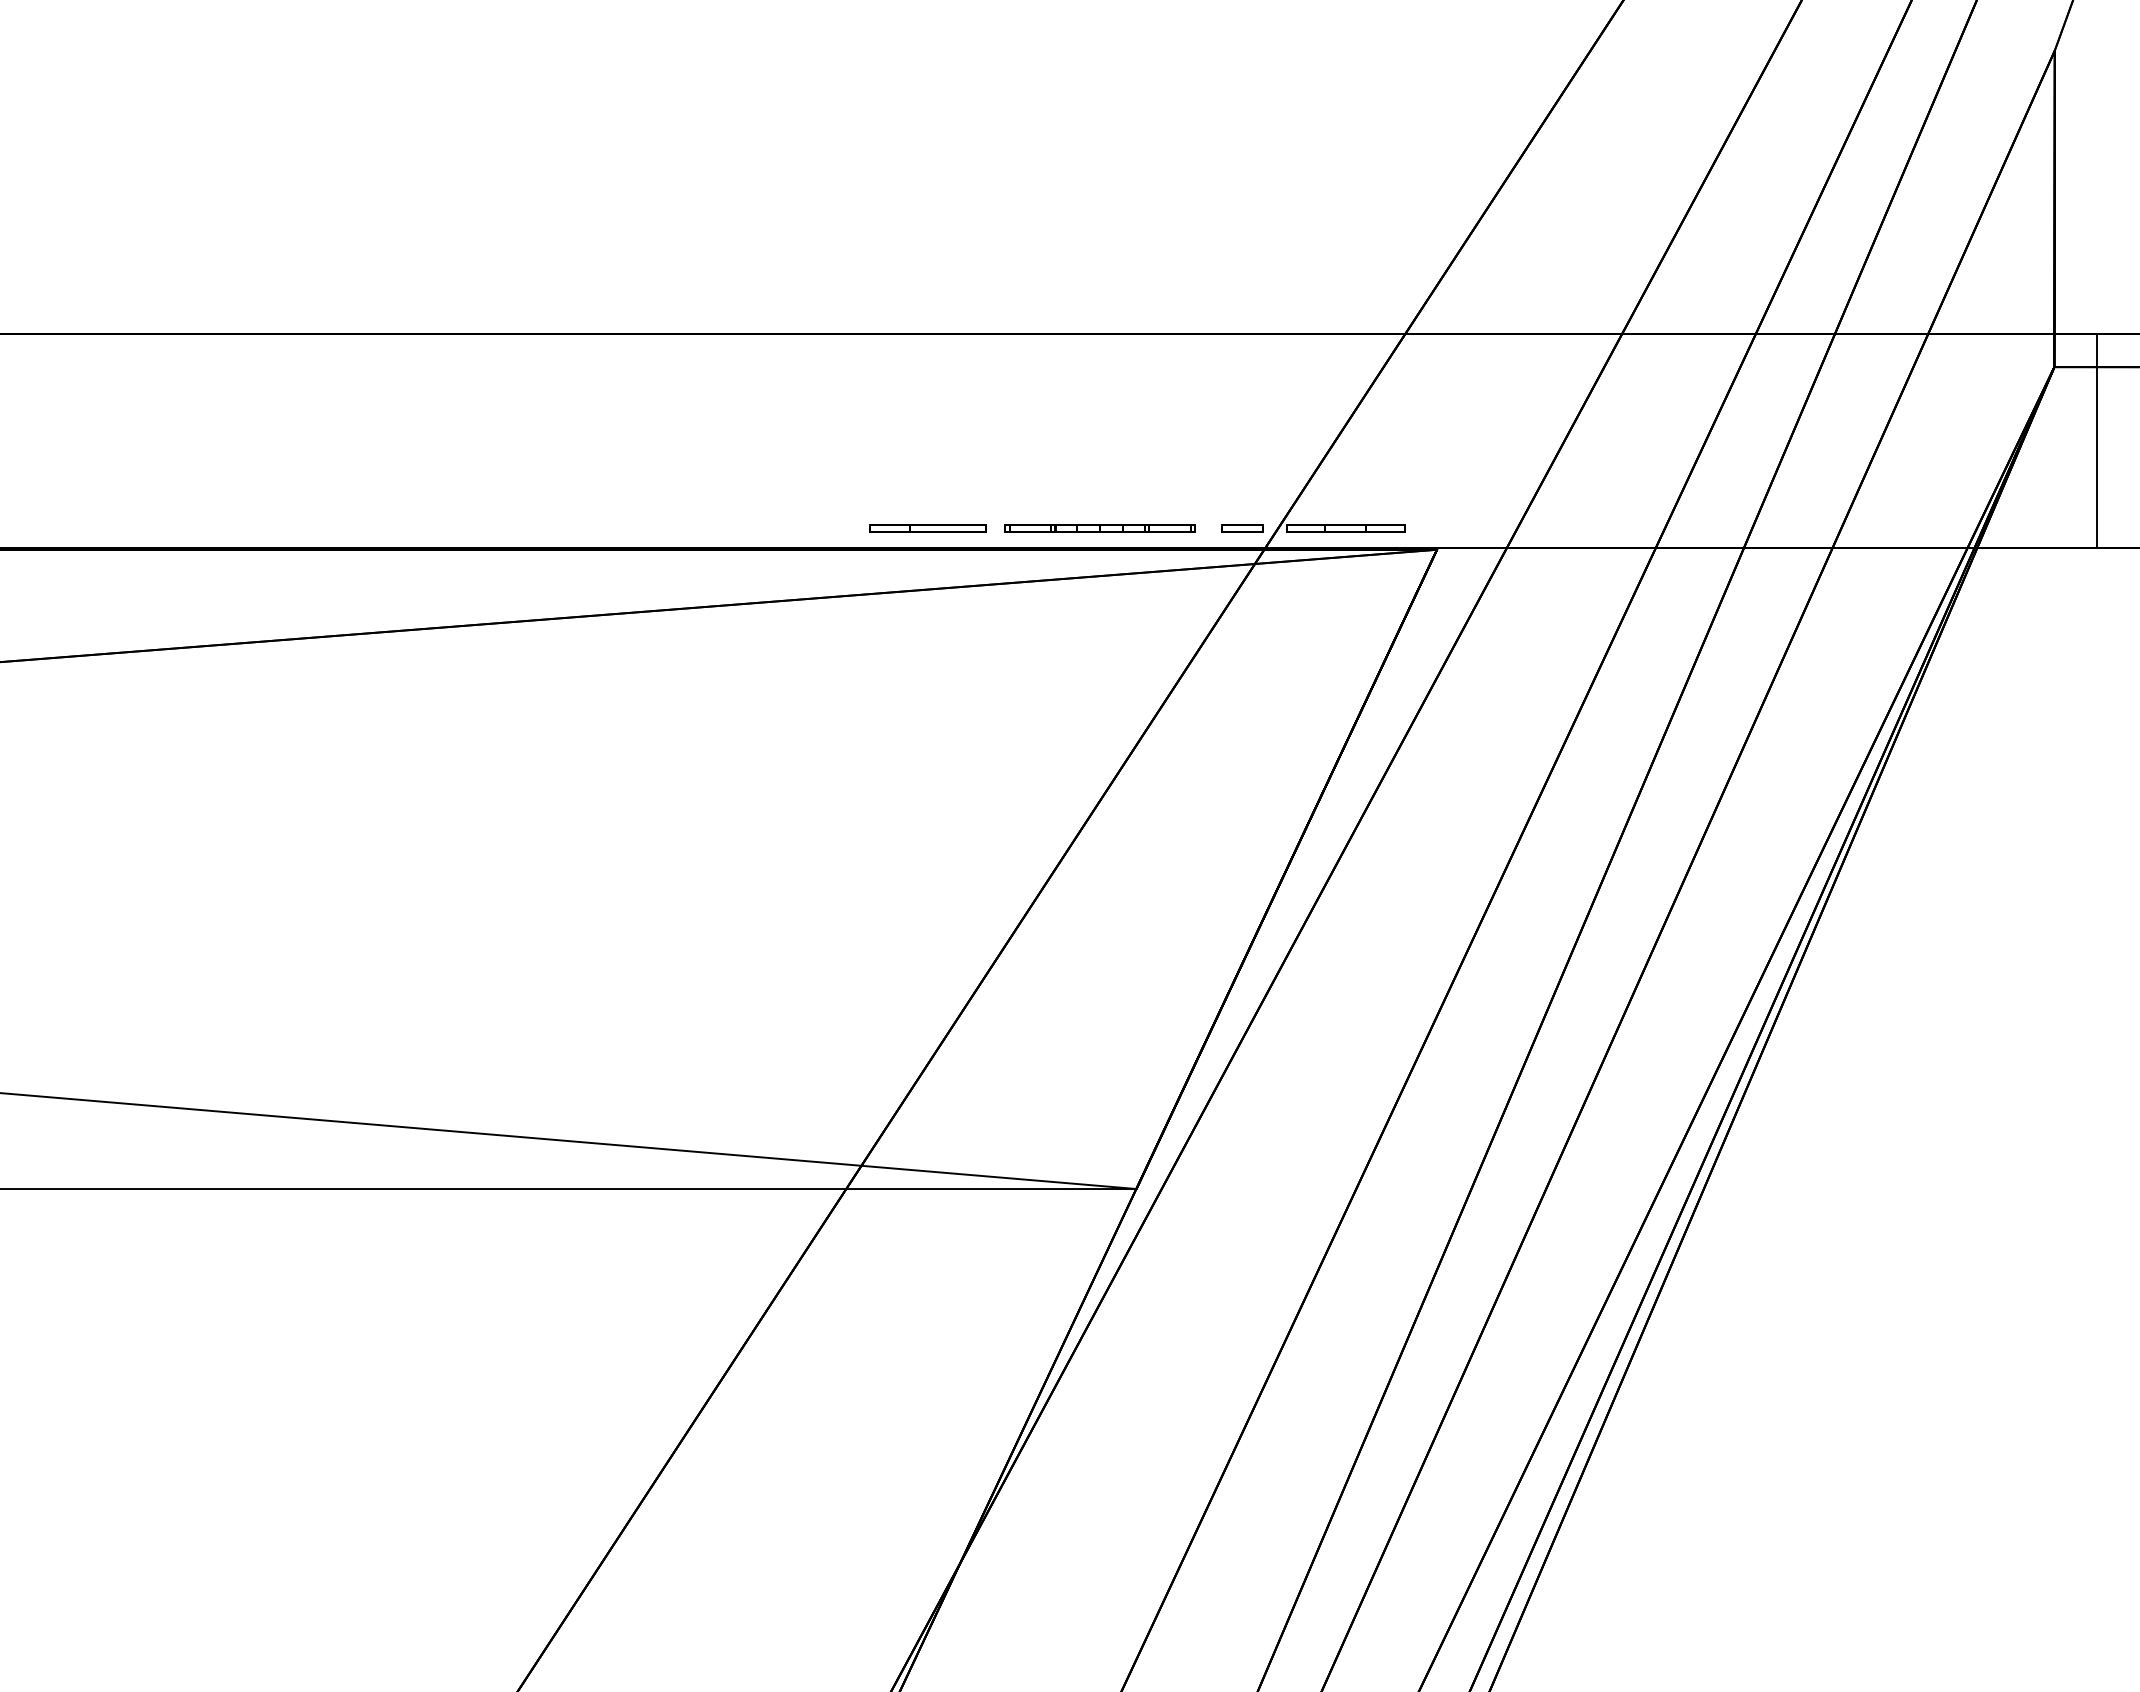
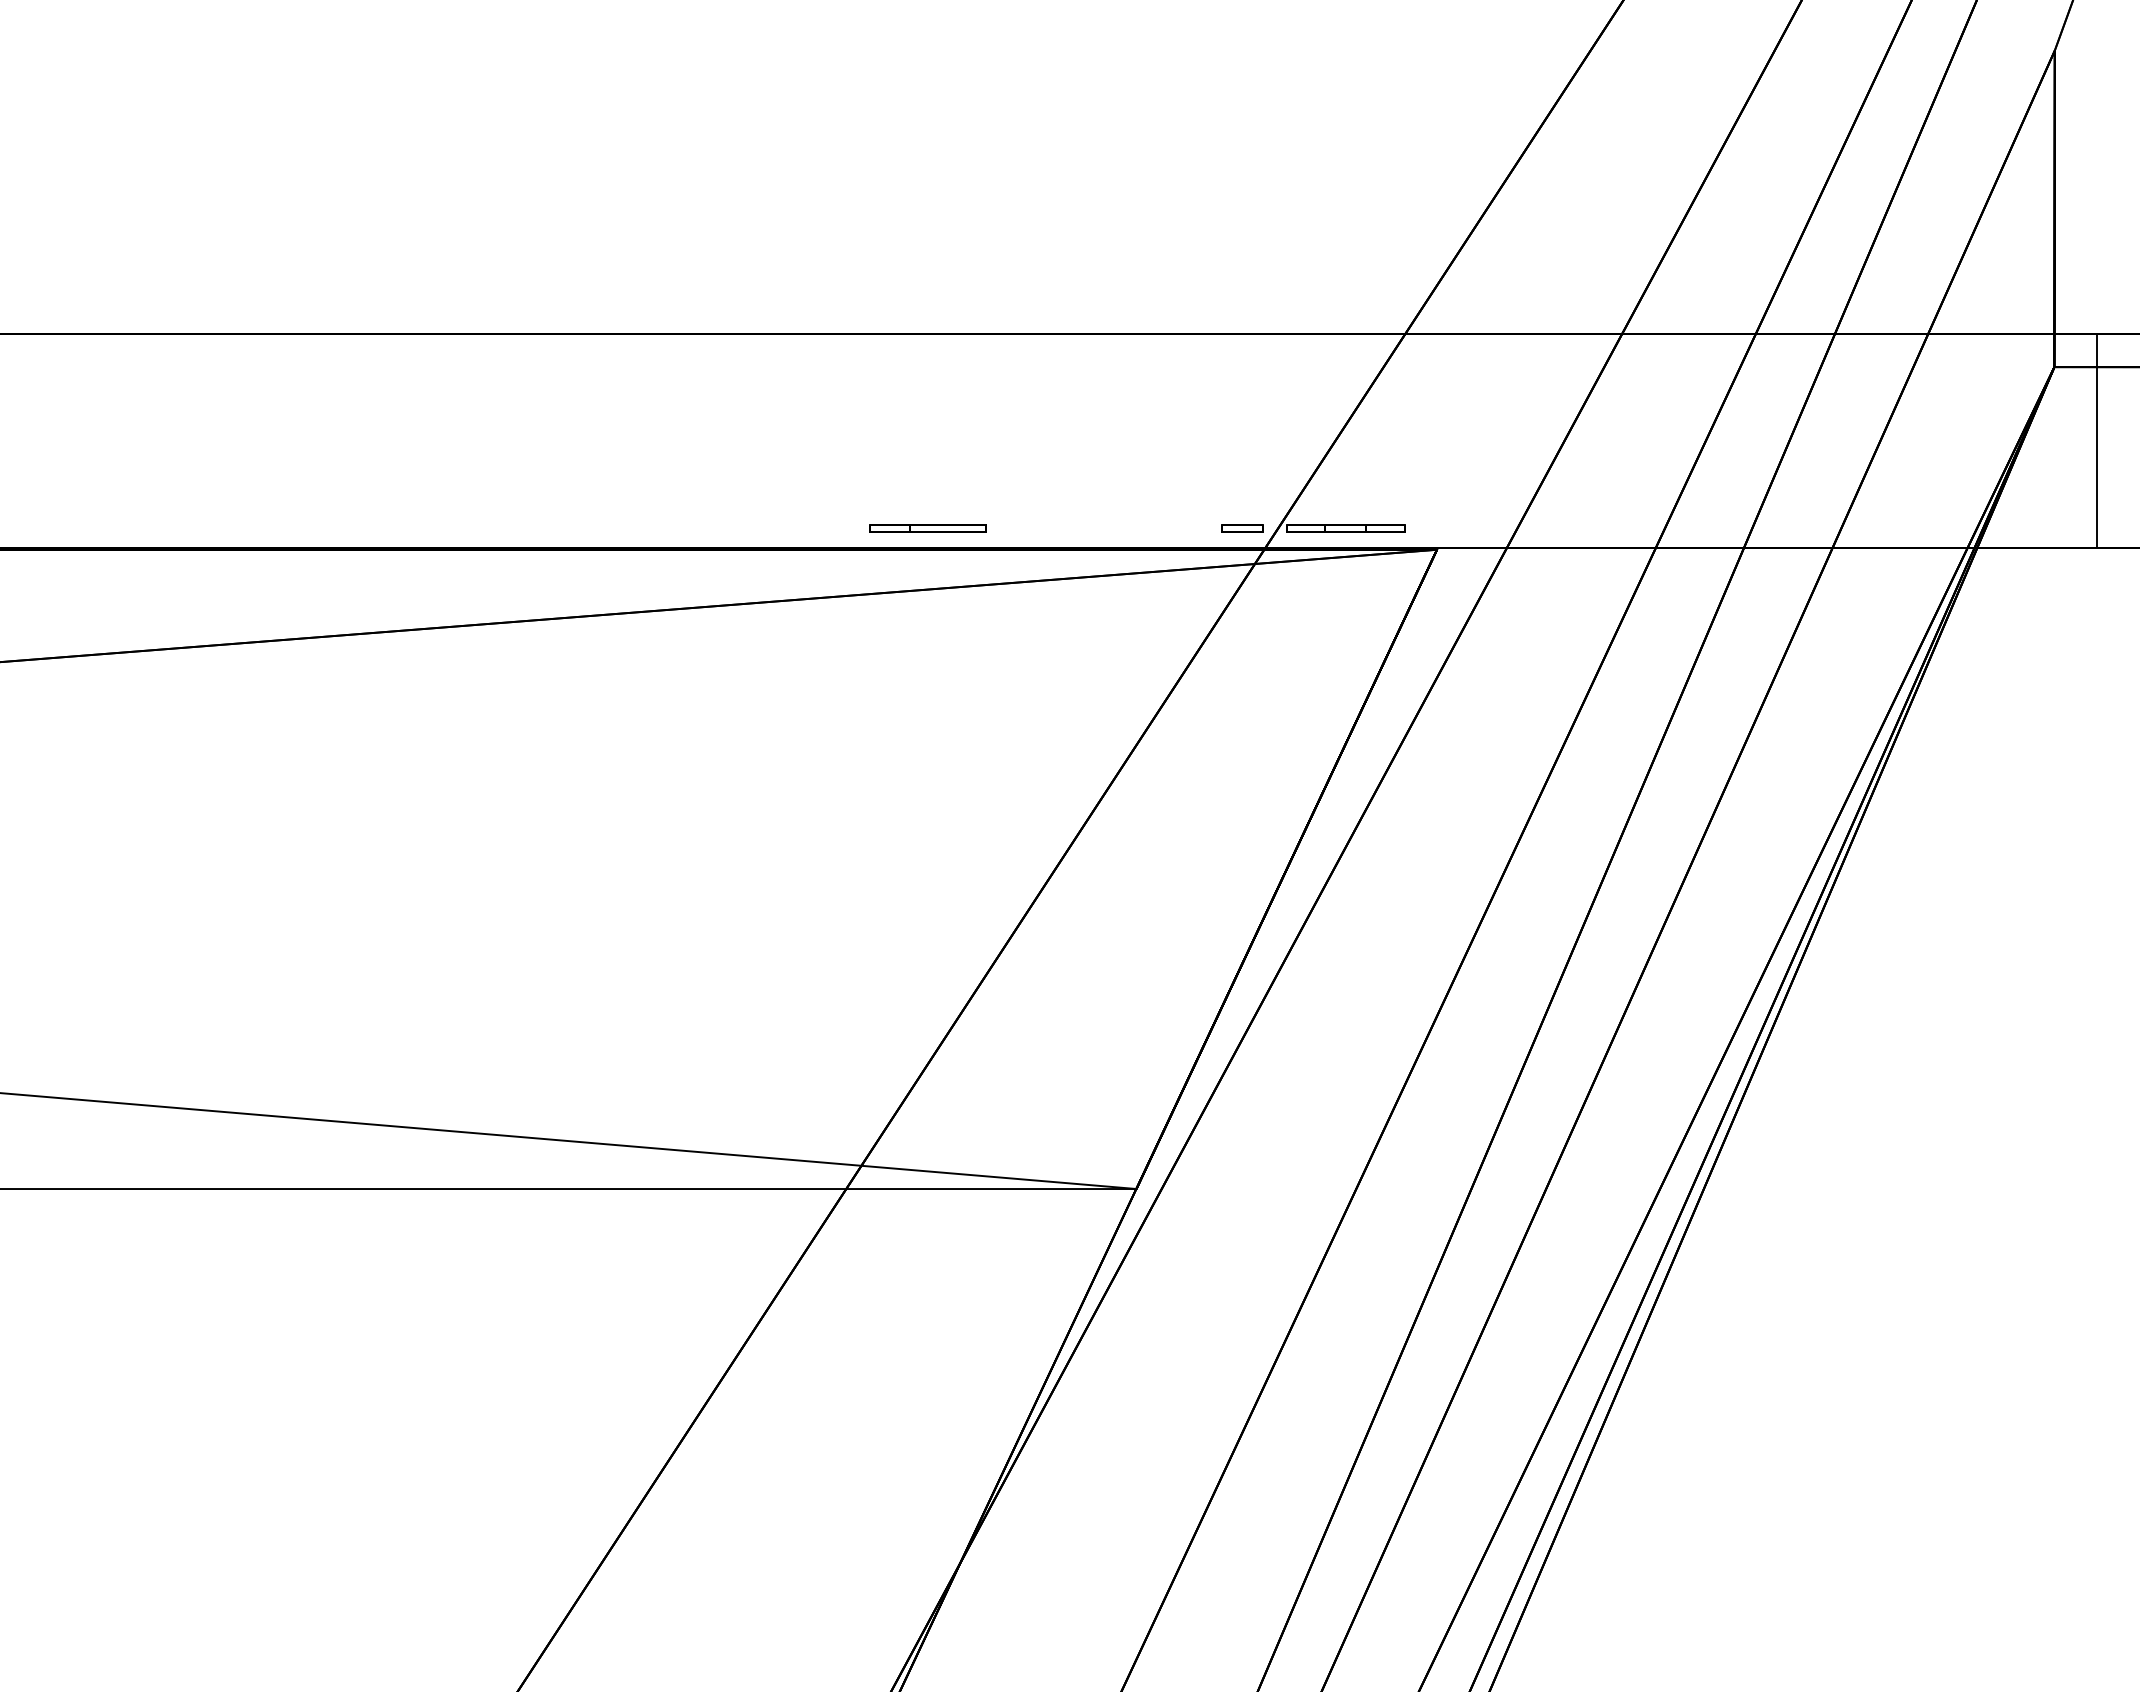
part at (1099, 528): present -> none
